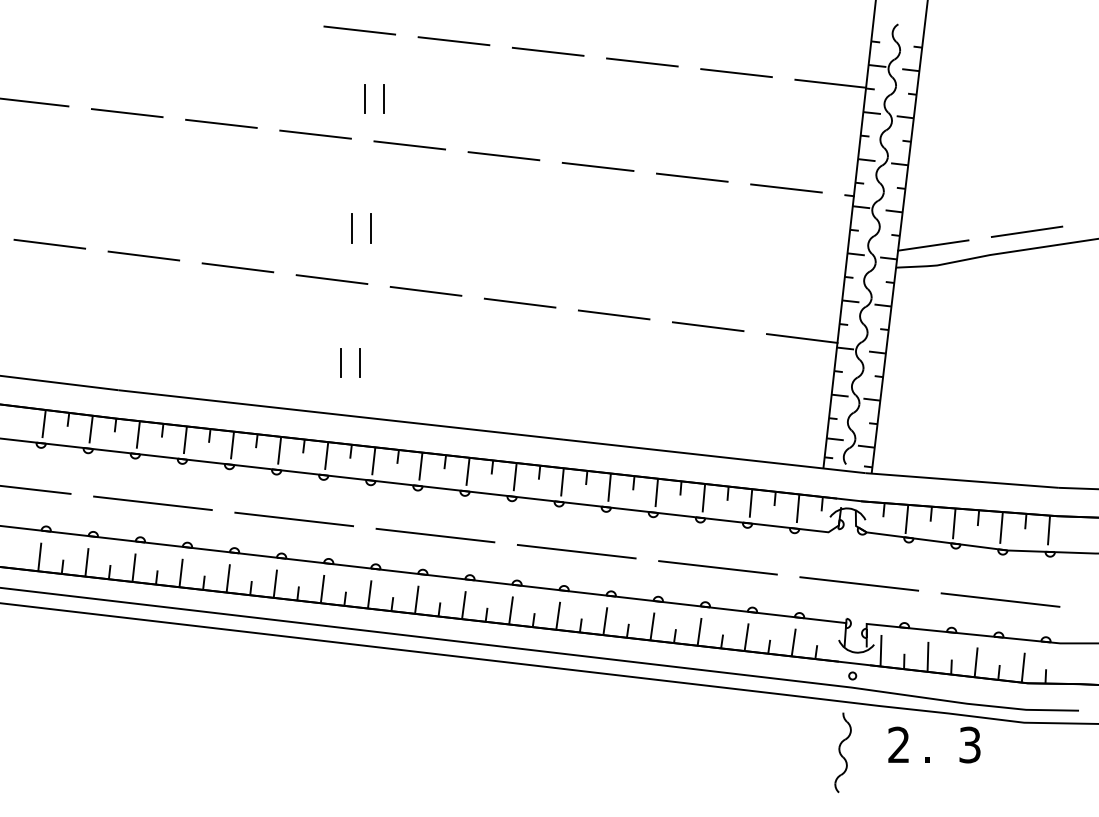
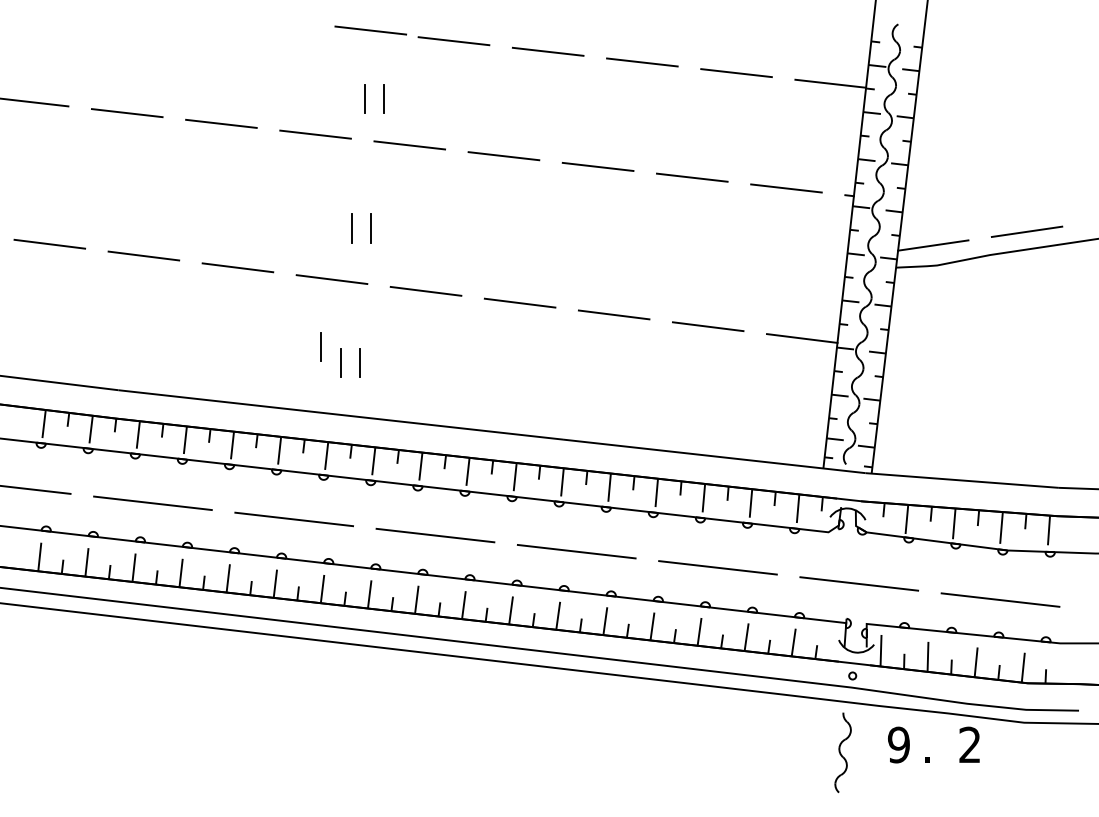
line at (359, 30) position: (359, 30) -> (370, 30)
line at (320, 346): none -> present
text at (898, 744): 2 -> 9
text at (969, 744): 3 -> 2
